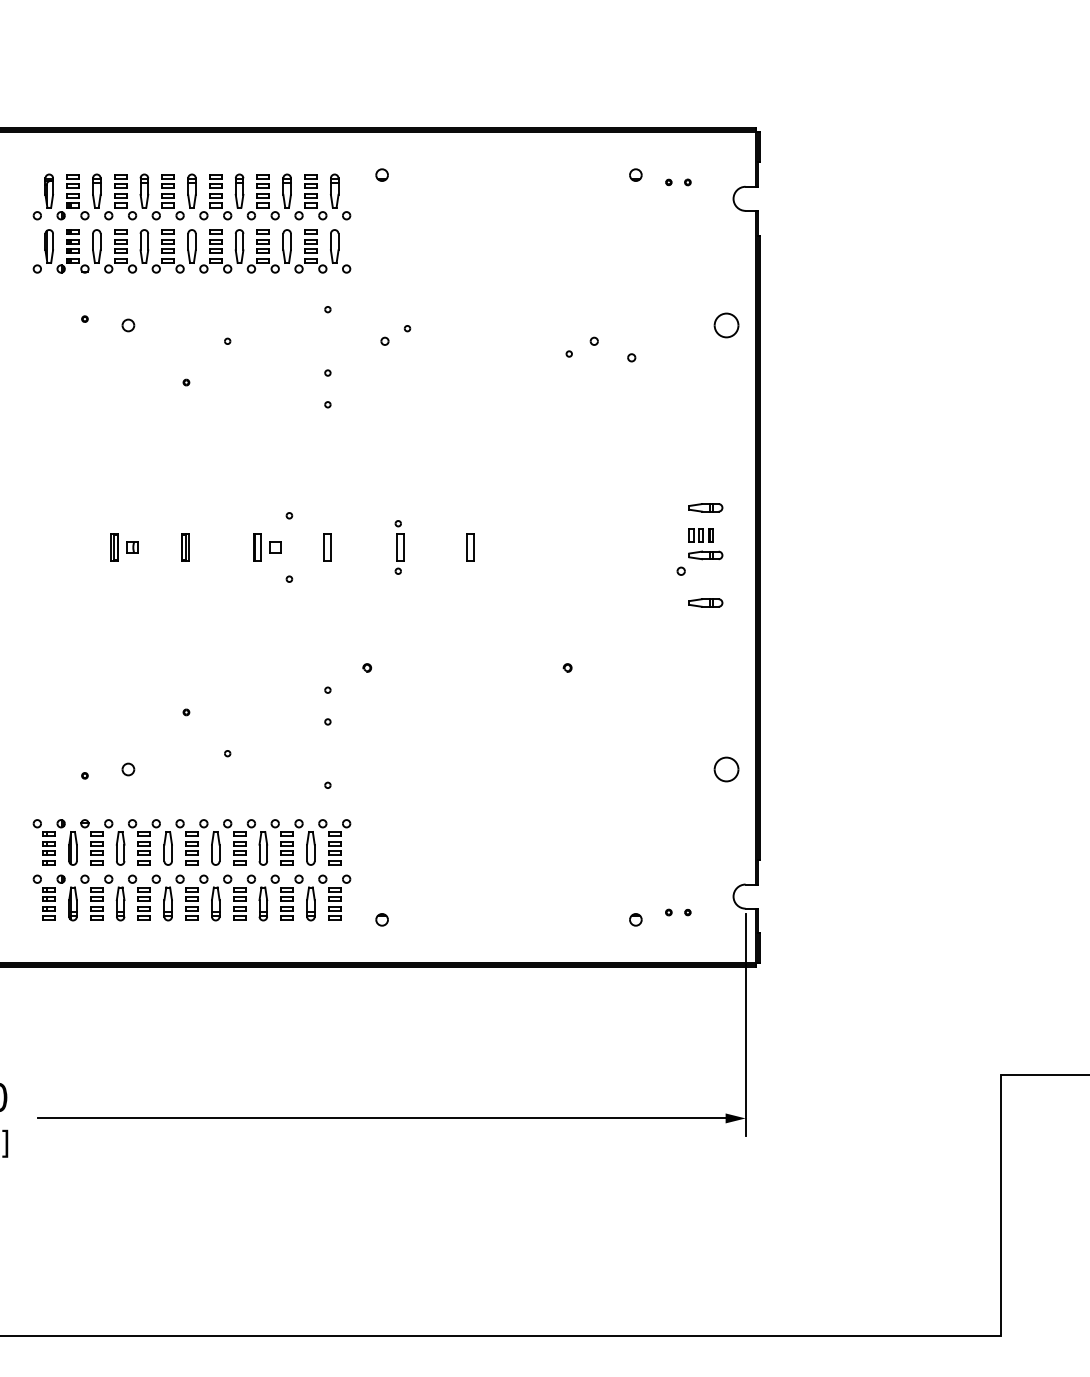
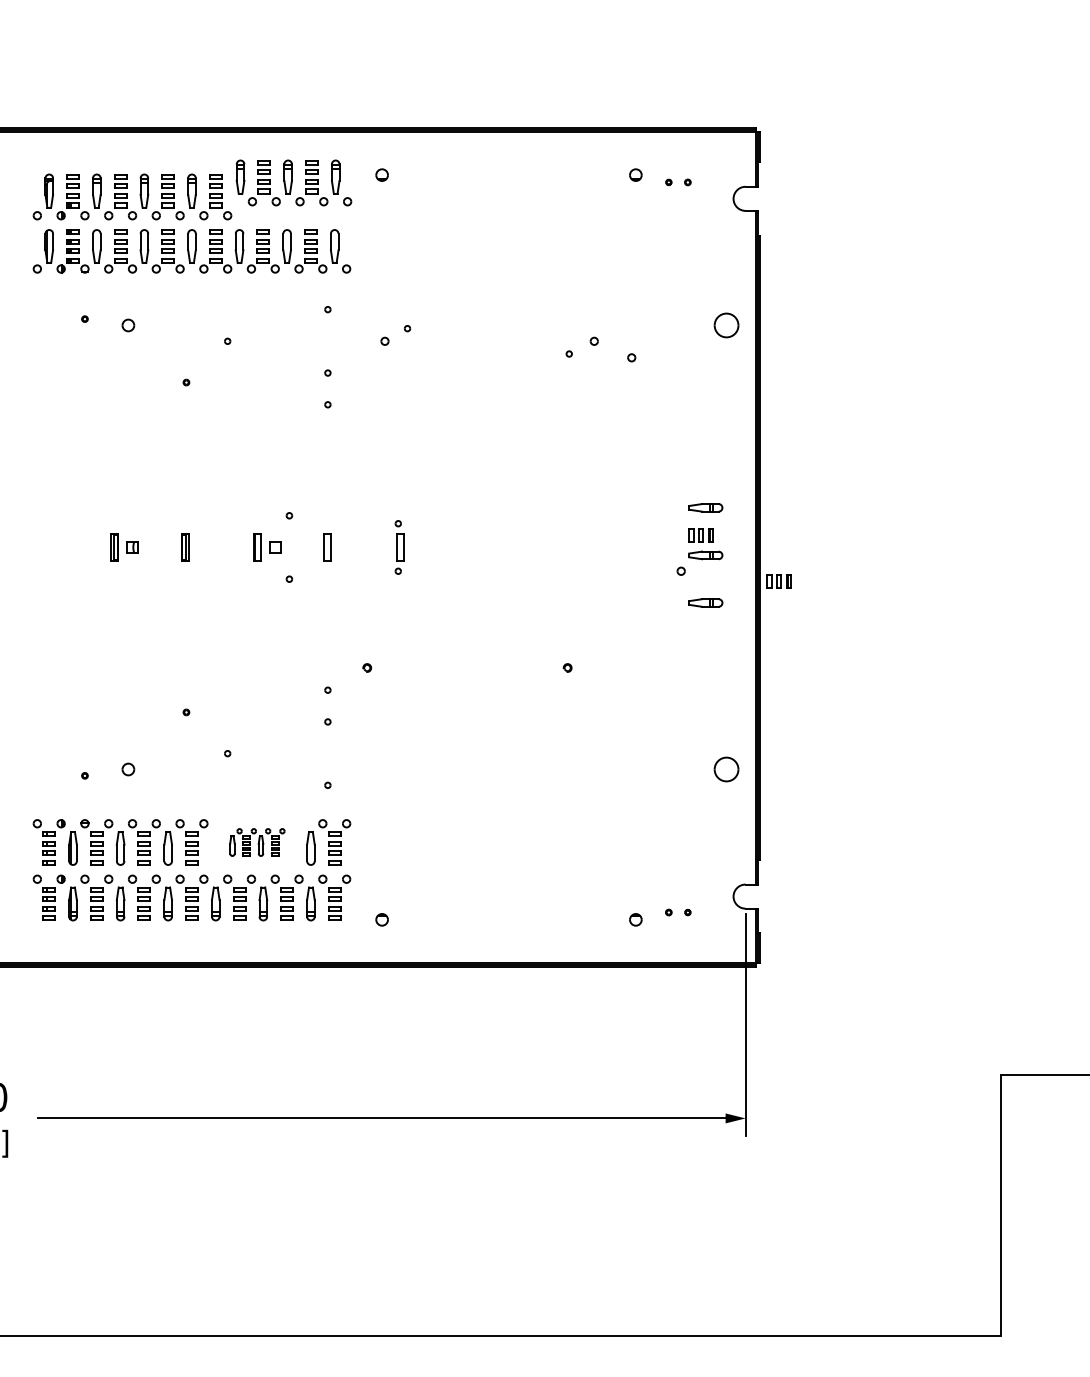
part at (292, 196) position: (292, 196) -> (293, 182)
part at (470, 547): present -> none
part at (778, 581): none -> present
part at (257, 842) size: 93x47 px -> 57x29 px
